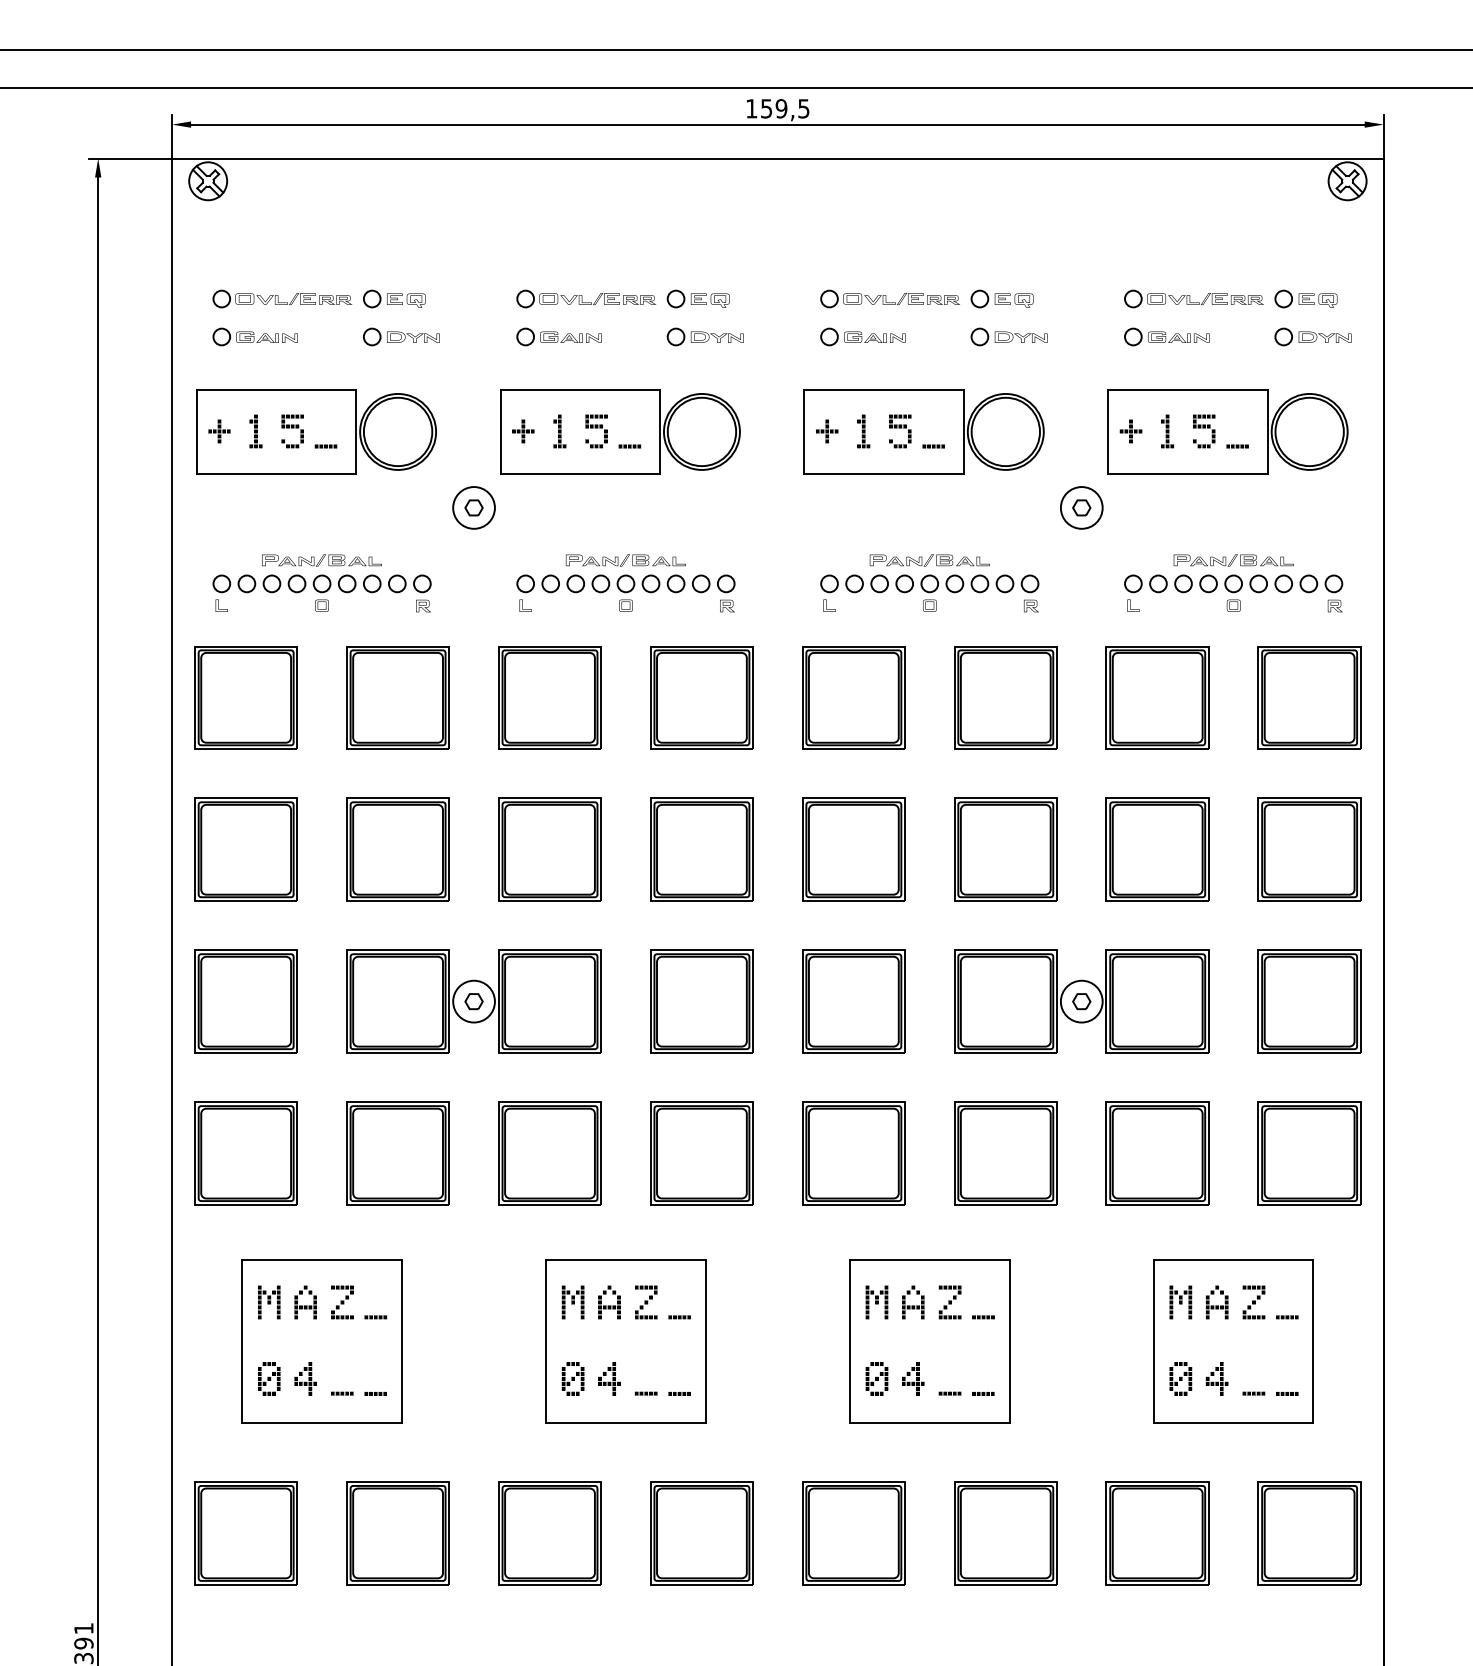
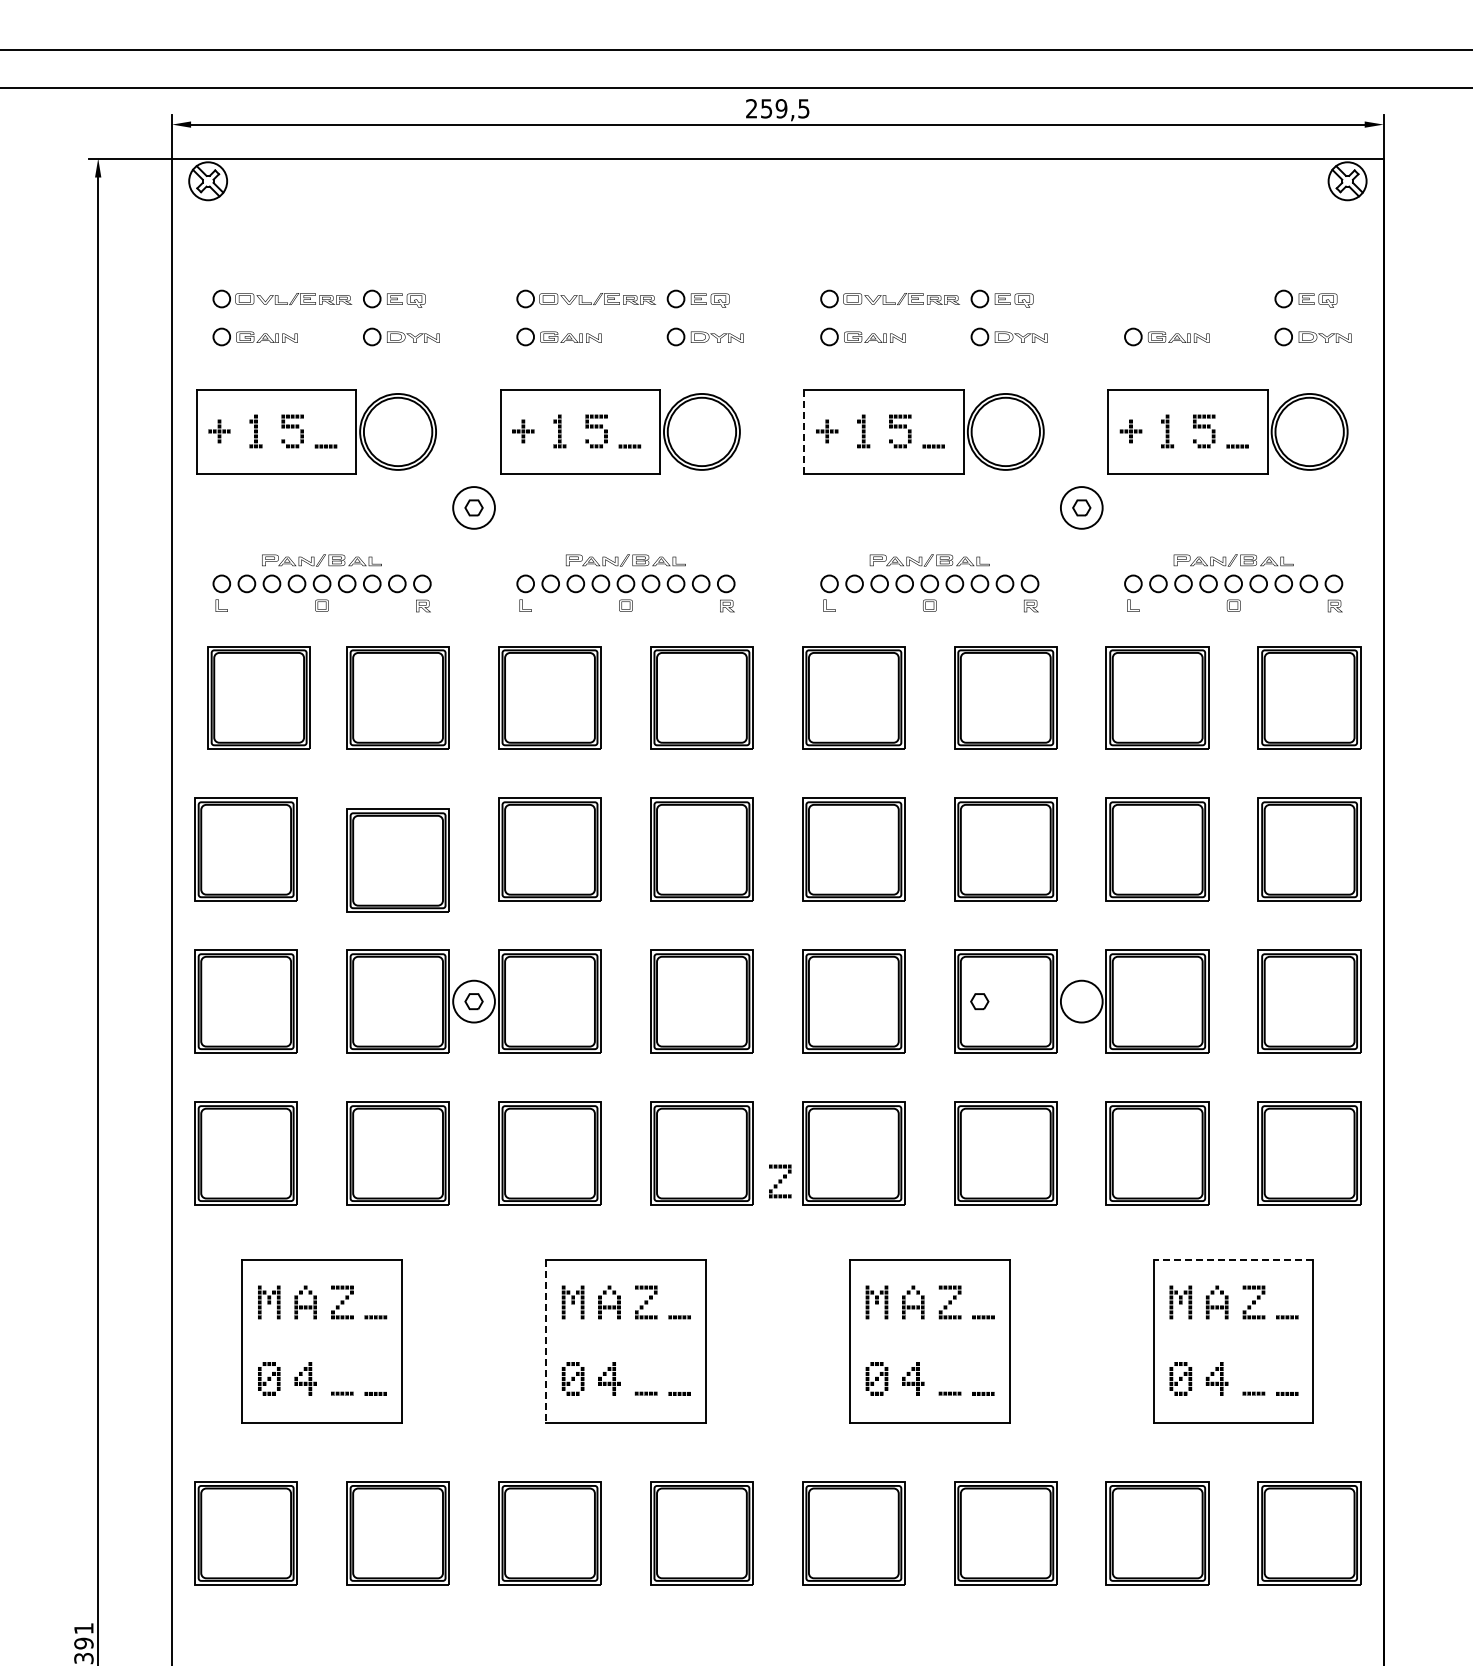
text at (751, 108): 159,5 -> 259,5
part at (1193, 298): present -> none
line at (804, 431): solid -> dashed
part at (245, 697) position: (245, 697) -> (258, 697)
part at (397, 849) position: (397, 849) -> (397, 860)
part at (1081, 1001) position: (1081, 1001) -> (979, 1001)
part at (780, 1181): none -> present
line at (1233, 1259): solid -> dashed
line at (546, 1341): solid -> dashed
